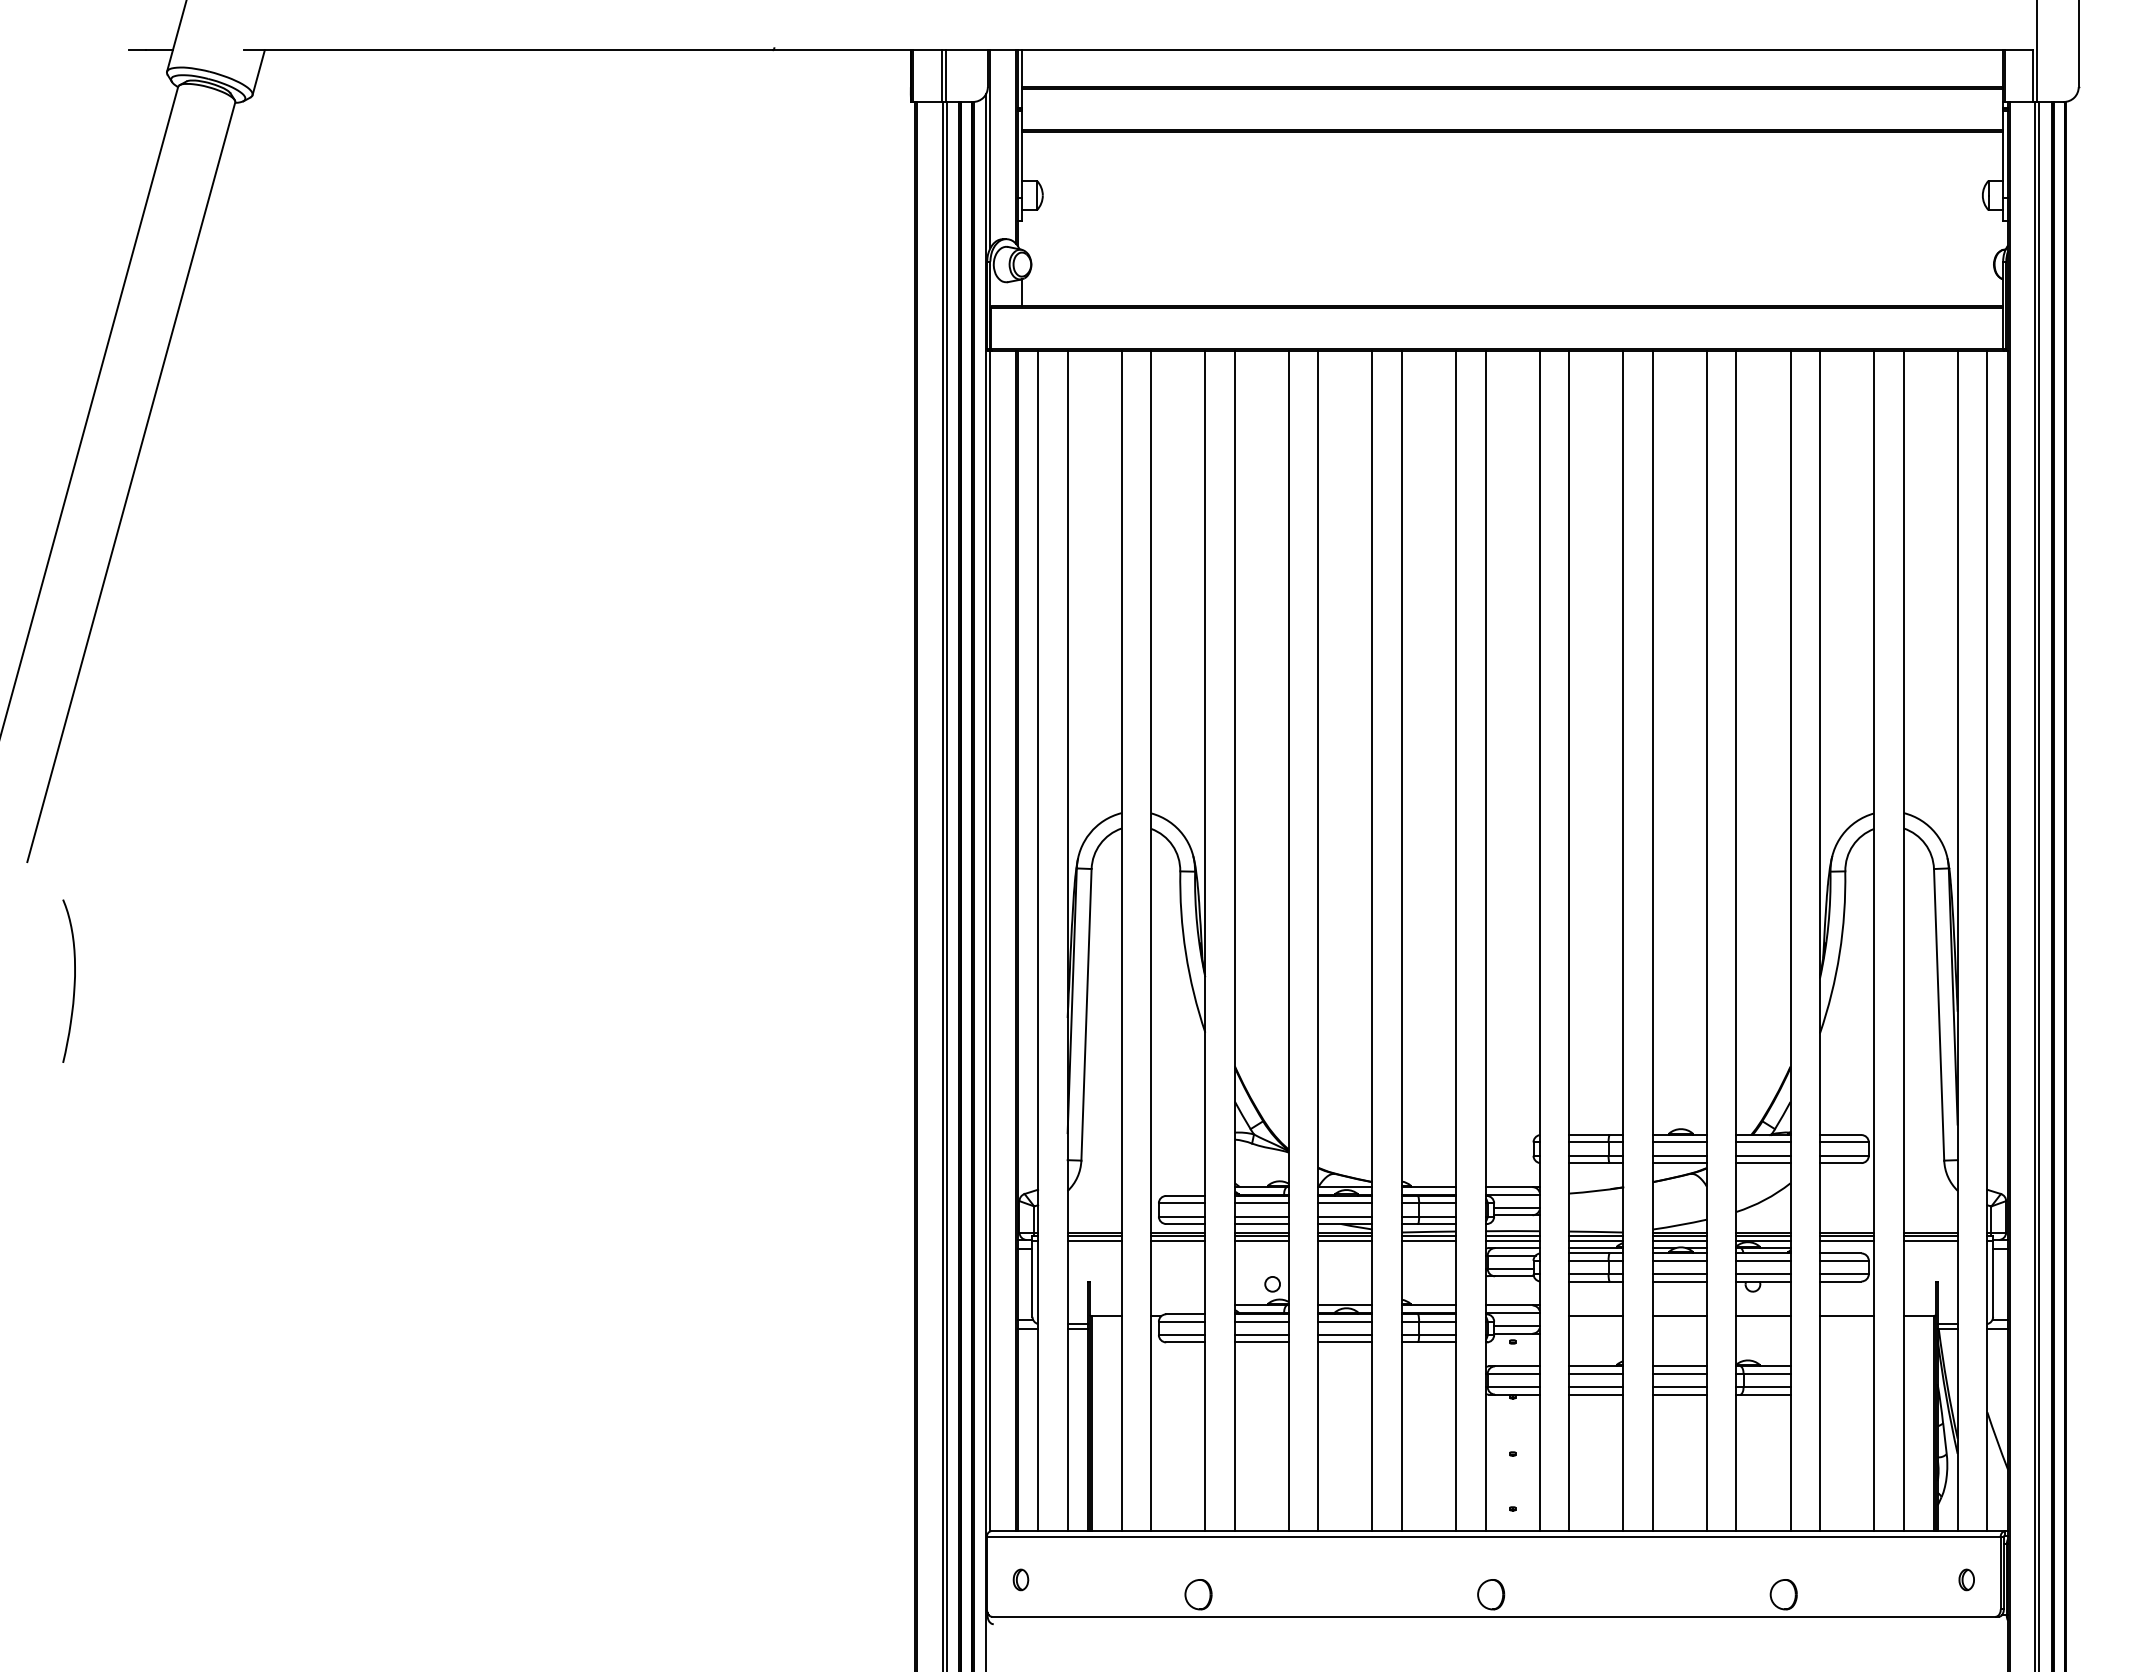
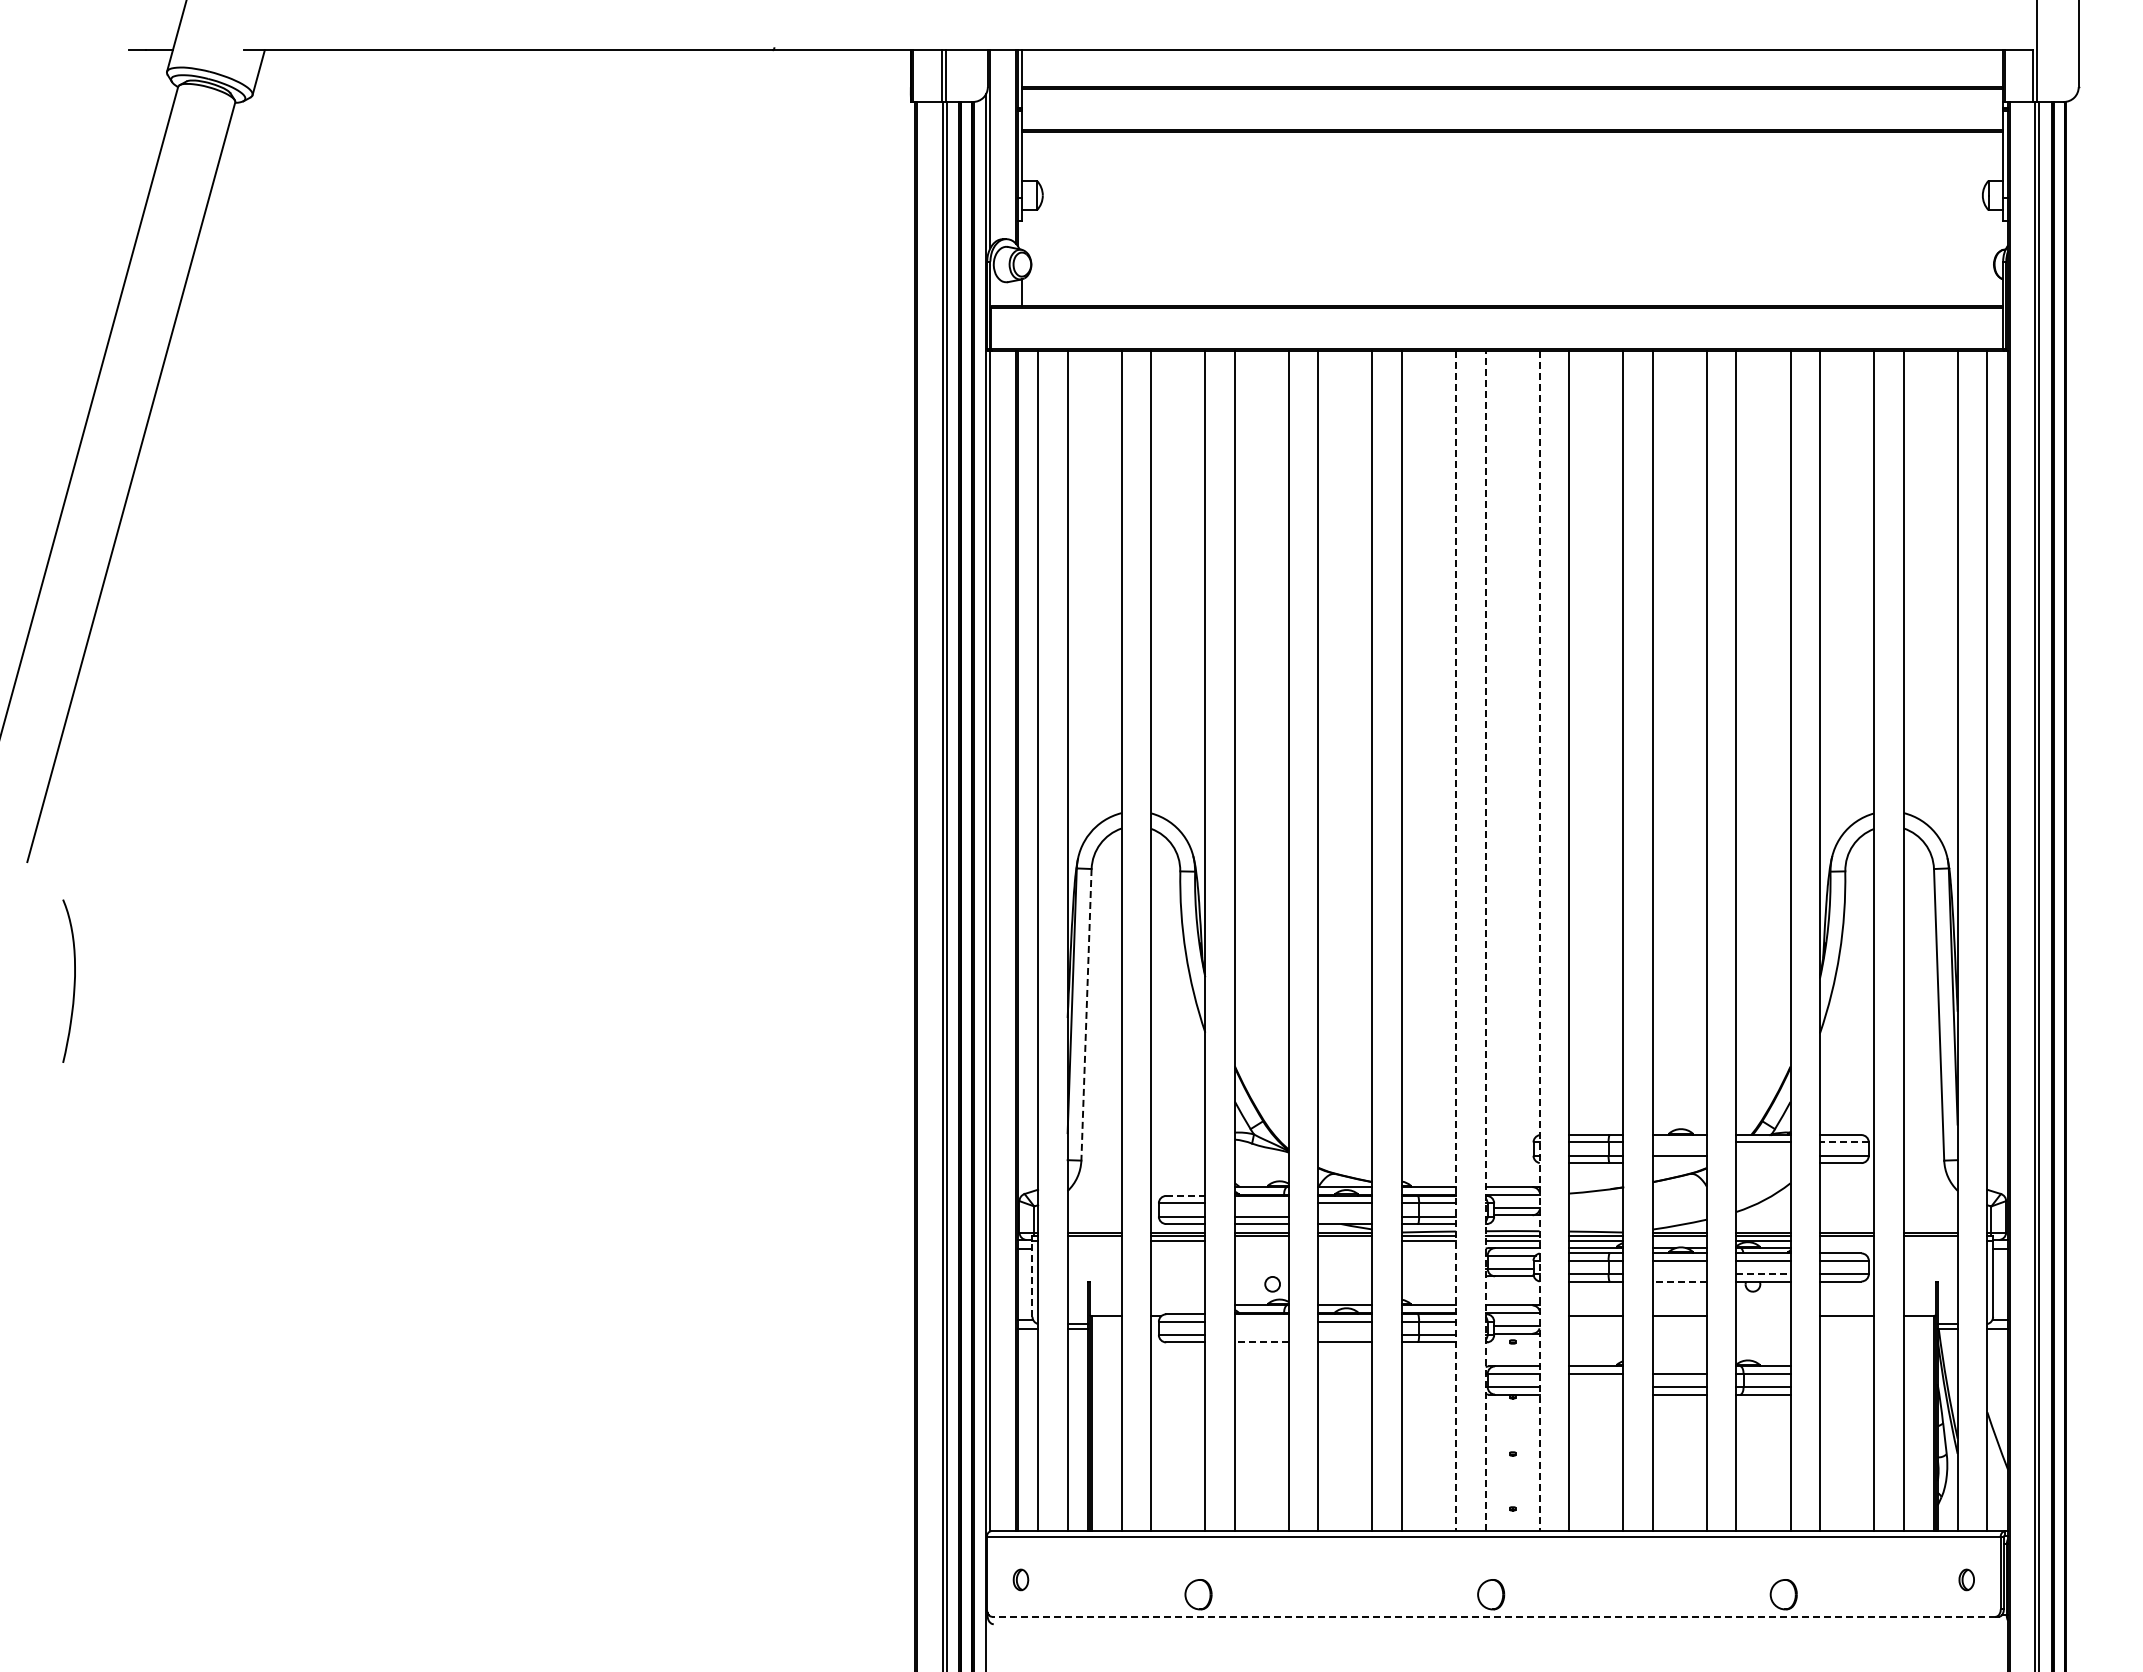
line at (1485, 940): solid -> dashed
line at (1456, 941): solid -> dashed
line at (1539, 941): solid -> dashed
line at (1086, 1014): solid -> dashed
line at (1679, 1142): present -> none
line at (1843, 1142): solid -> dashed
line at (1763, 1155): present -> none
line at (1679, 1163): present -> none
line at (1763, 1163): present -> none
line at (1185, 1195): solid -> dashed
line at (1261, 1203): present -> none
line at (1345, 1216): present -> none
line at (1094, 1241): present -> none
line at (1261, 1241): present -> none
line at (1345, 1241): present -> none
line at (1679, 1241): present -> none
line at (1847, 1241): present -> none
line at (1930, 1241): present -> none
line at (1679, 1274): present -> none
line at (1763, 1274): solid -> dashed
line at (1032, 1279): solid -> dashed
line at (1679, 1281): solid -> dashed
line at (1763, 1316): present -> none
line at (1261, 1321): present -> none
line at (1261, 1335): present -> none
line at (1345, 1335): present -> none
line at (1261, 1342): solid -> dashed
line at (1679, 1366): present -> none
line at (1596, 1387): present -> none
line at (1596, 1394): present -> none
line at (1493, 1616): solid -> dashed
